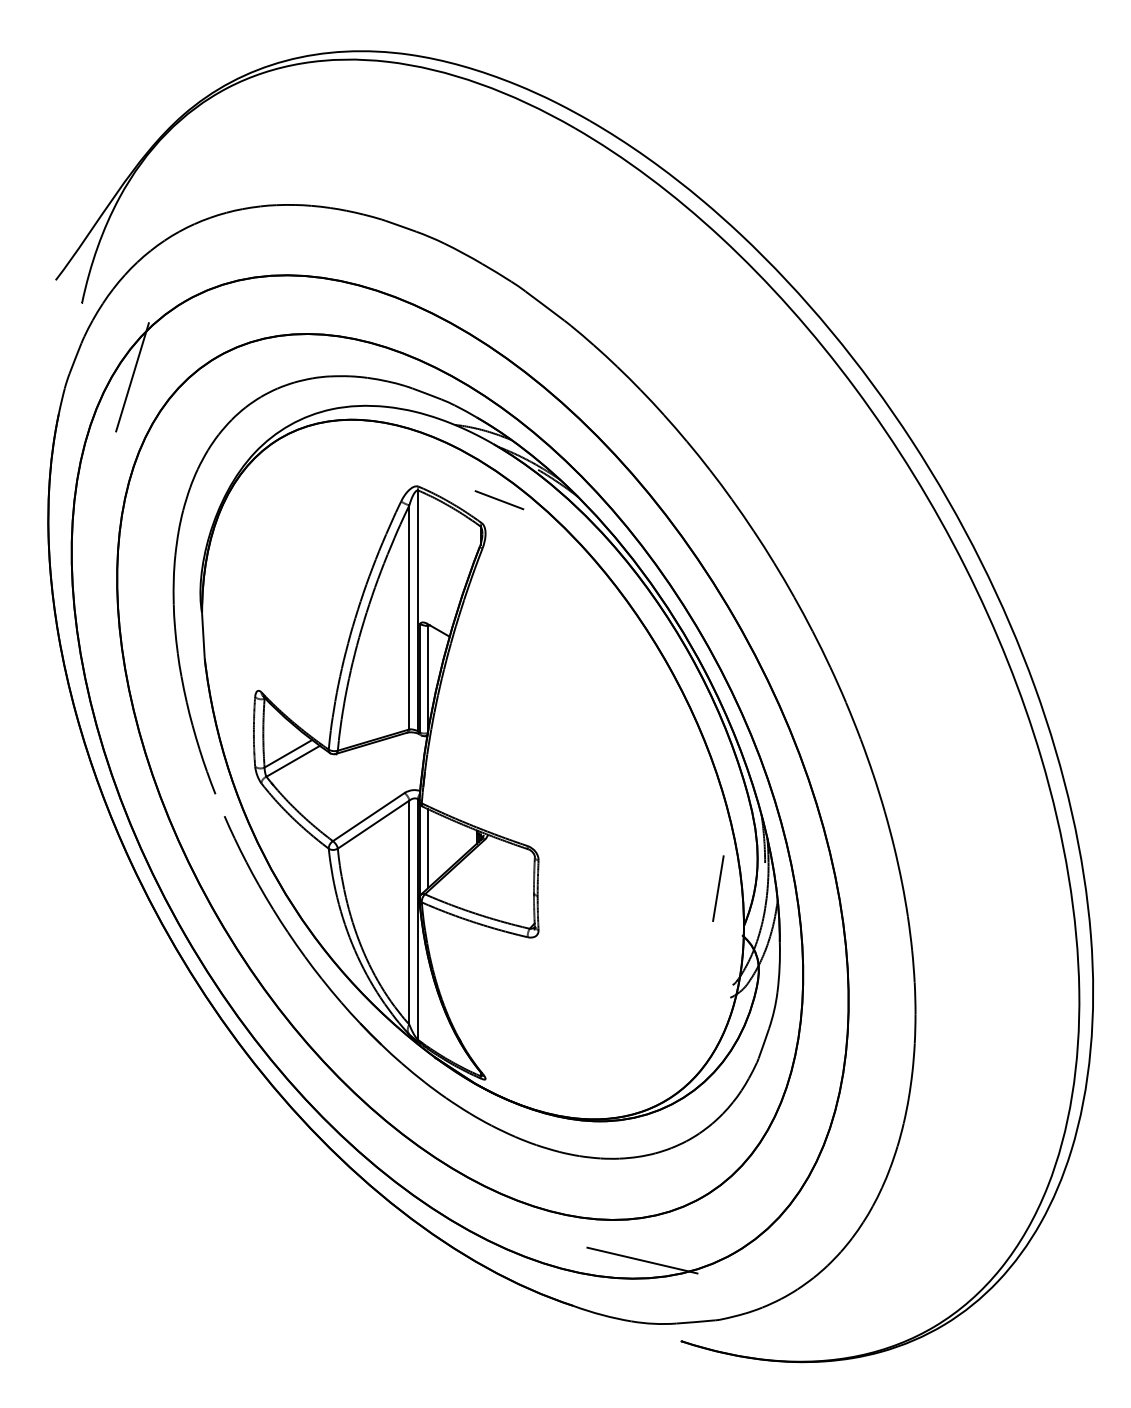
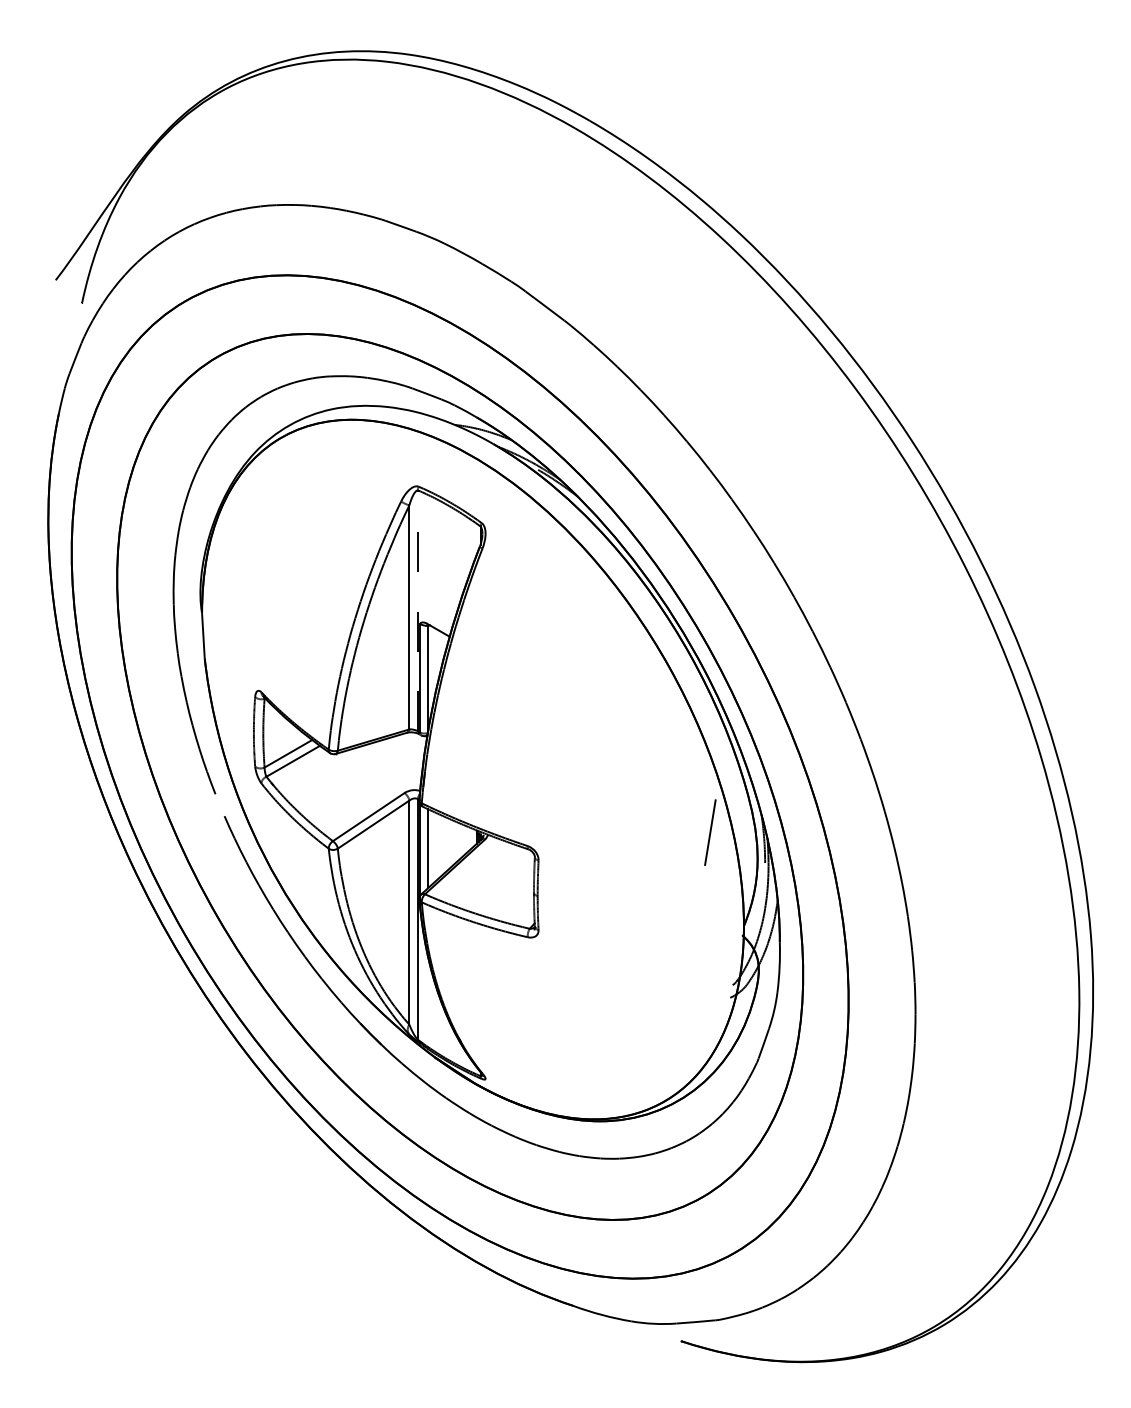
line at (132, 377): present -> none
line at (499, 500): present -> none
line at (418, 610): solid -> dashed
line at (718, 888) position: (718, 888) -> (710, 832)
line at (642, 1260): present -> none
